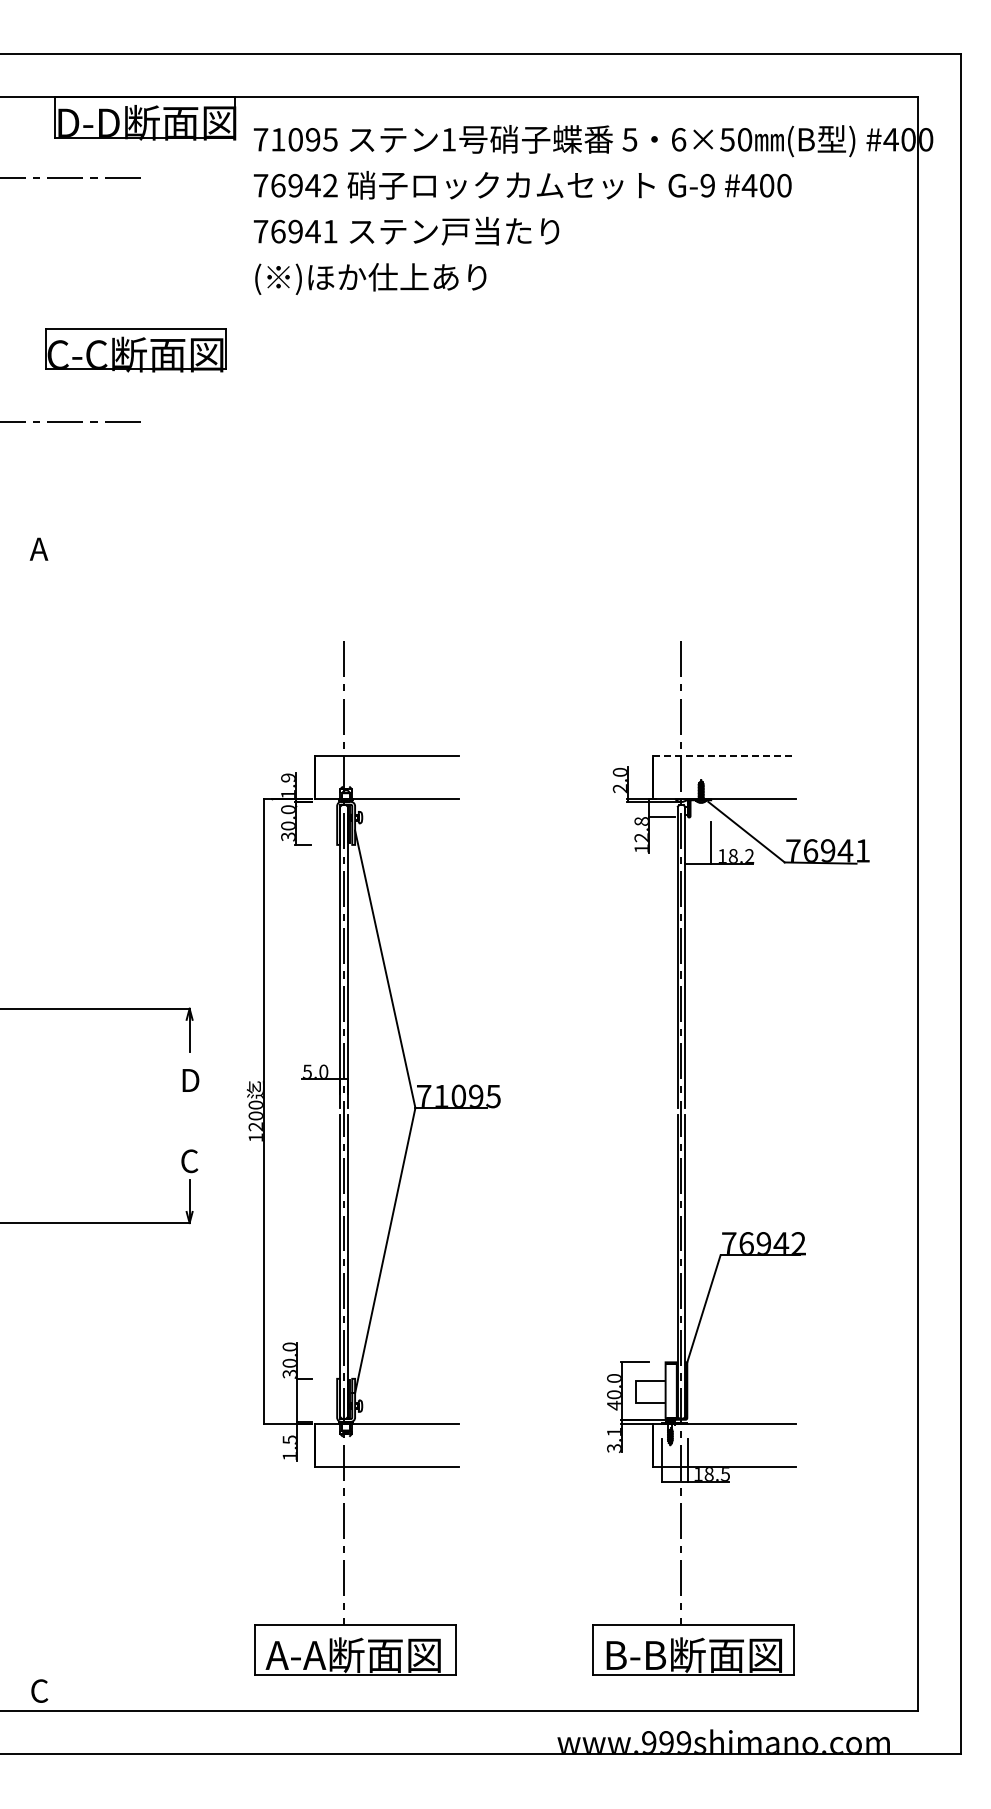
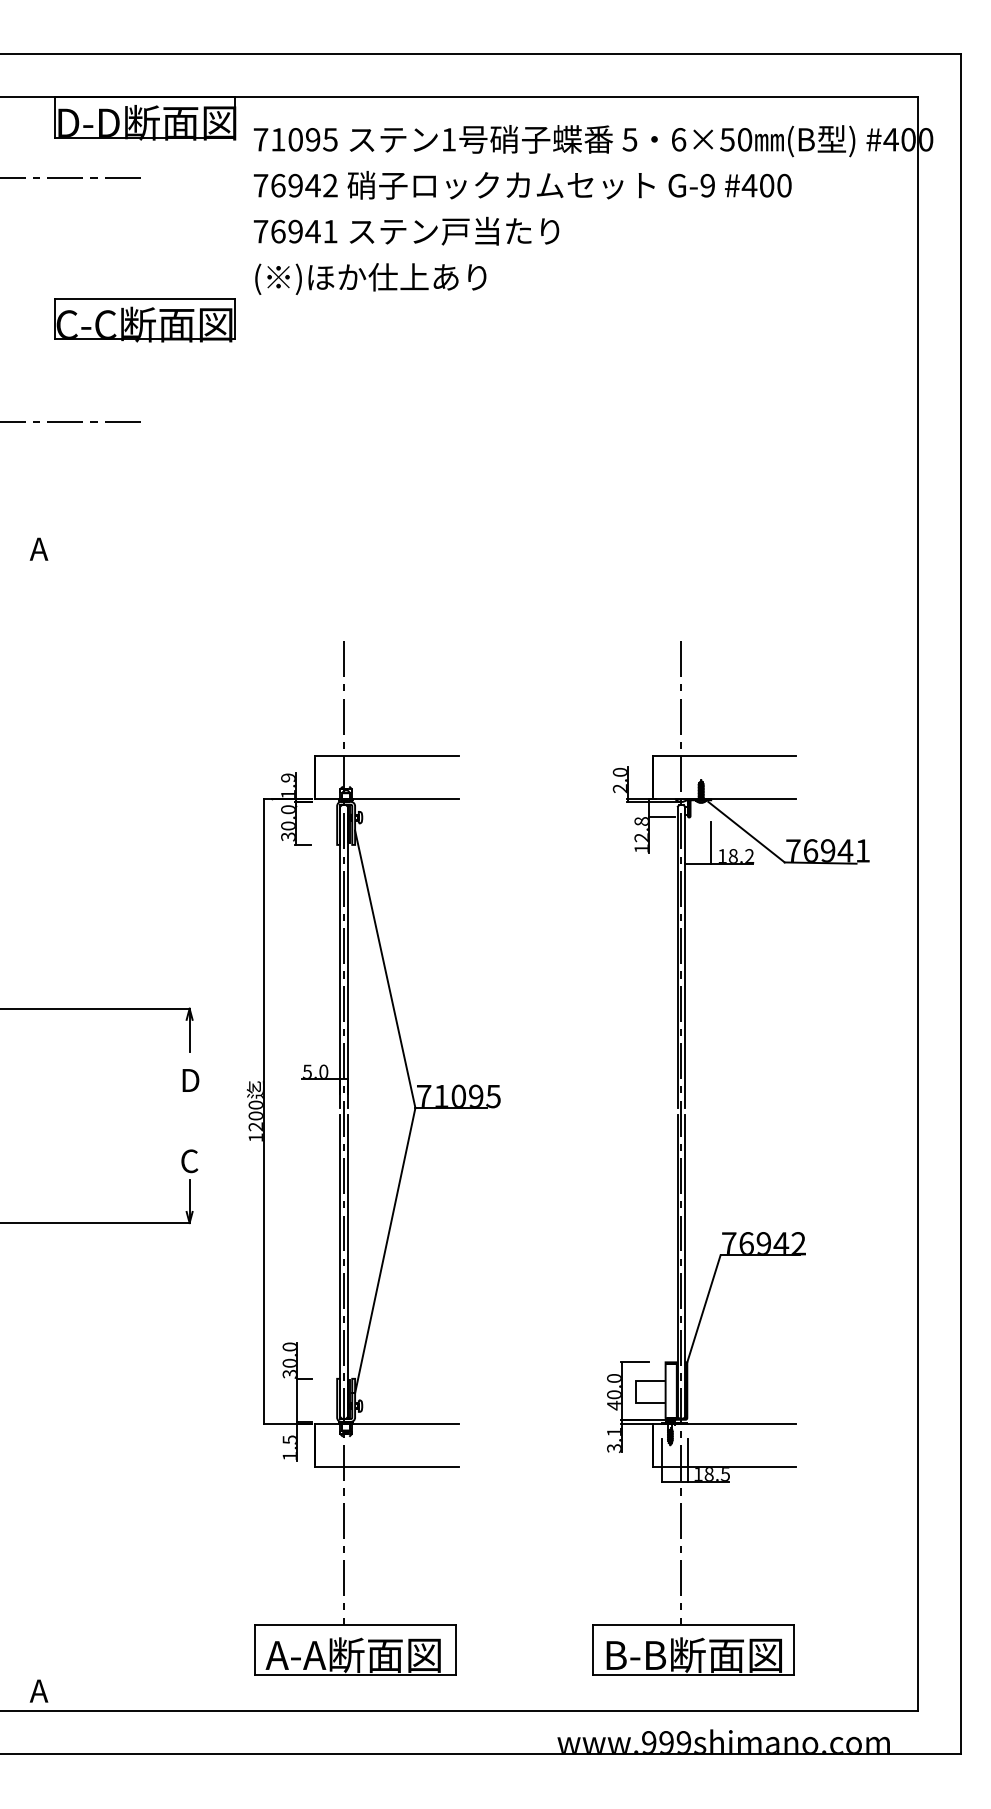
part at (135, 350) position: (135, 350) -> (144, 320)
line at (724, 756): dashed -> solid
text at (38, 1690): C -> A
